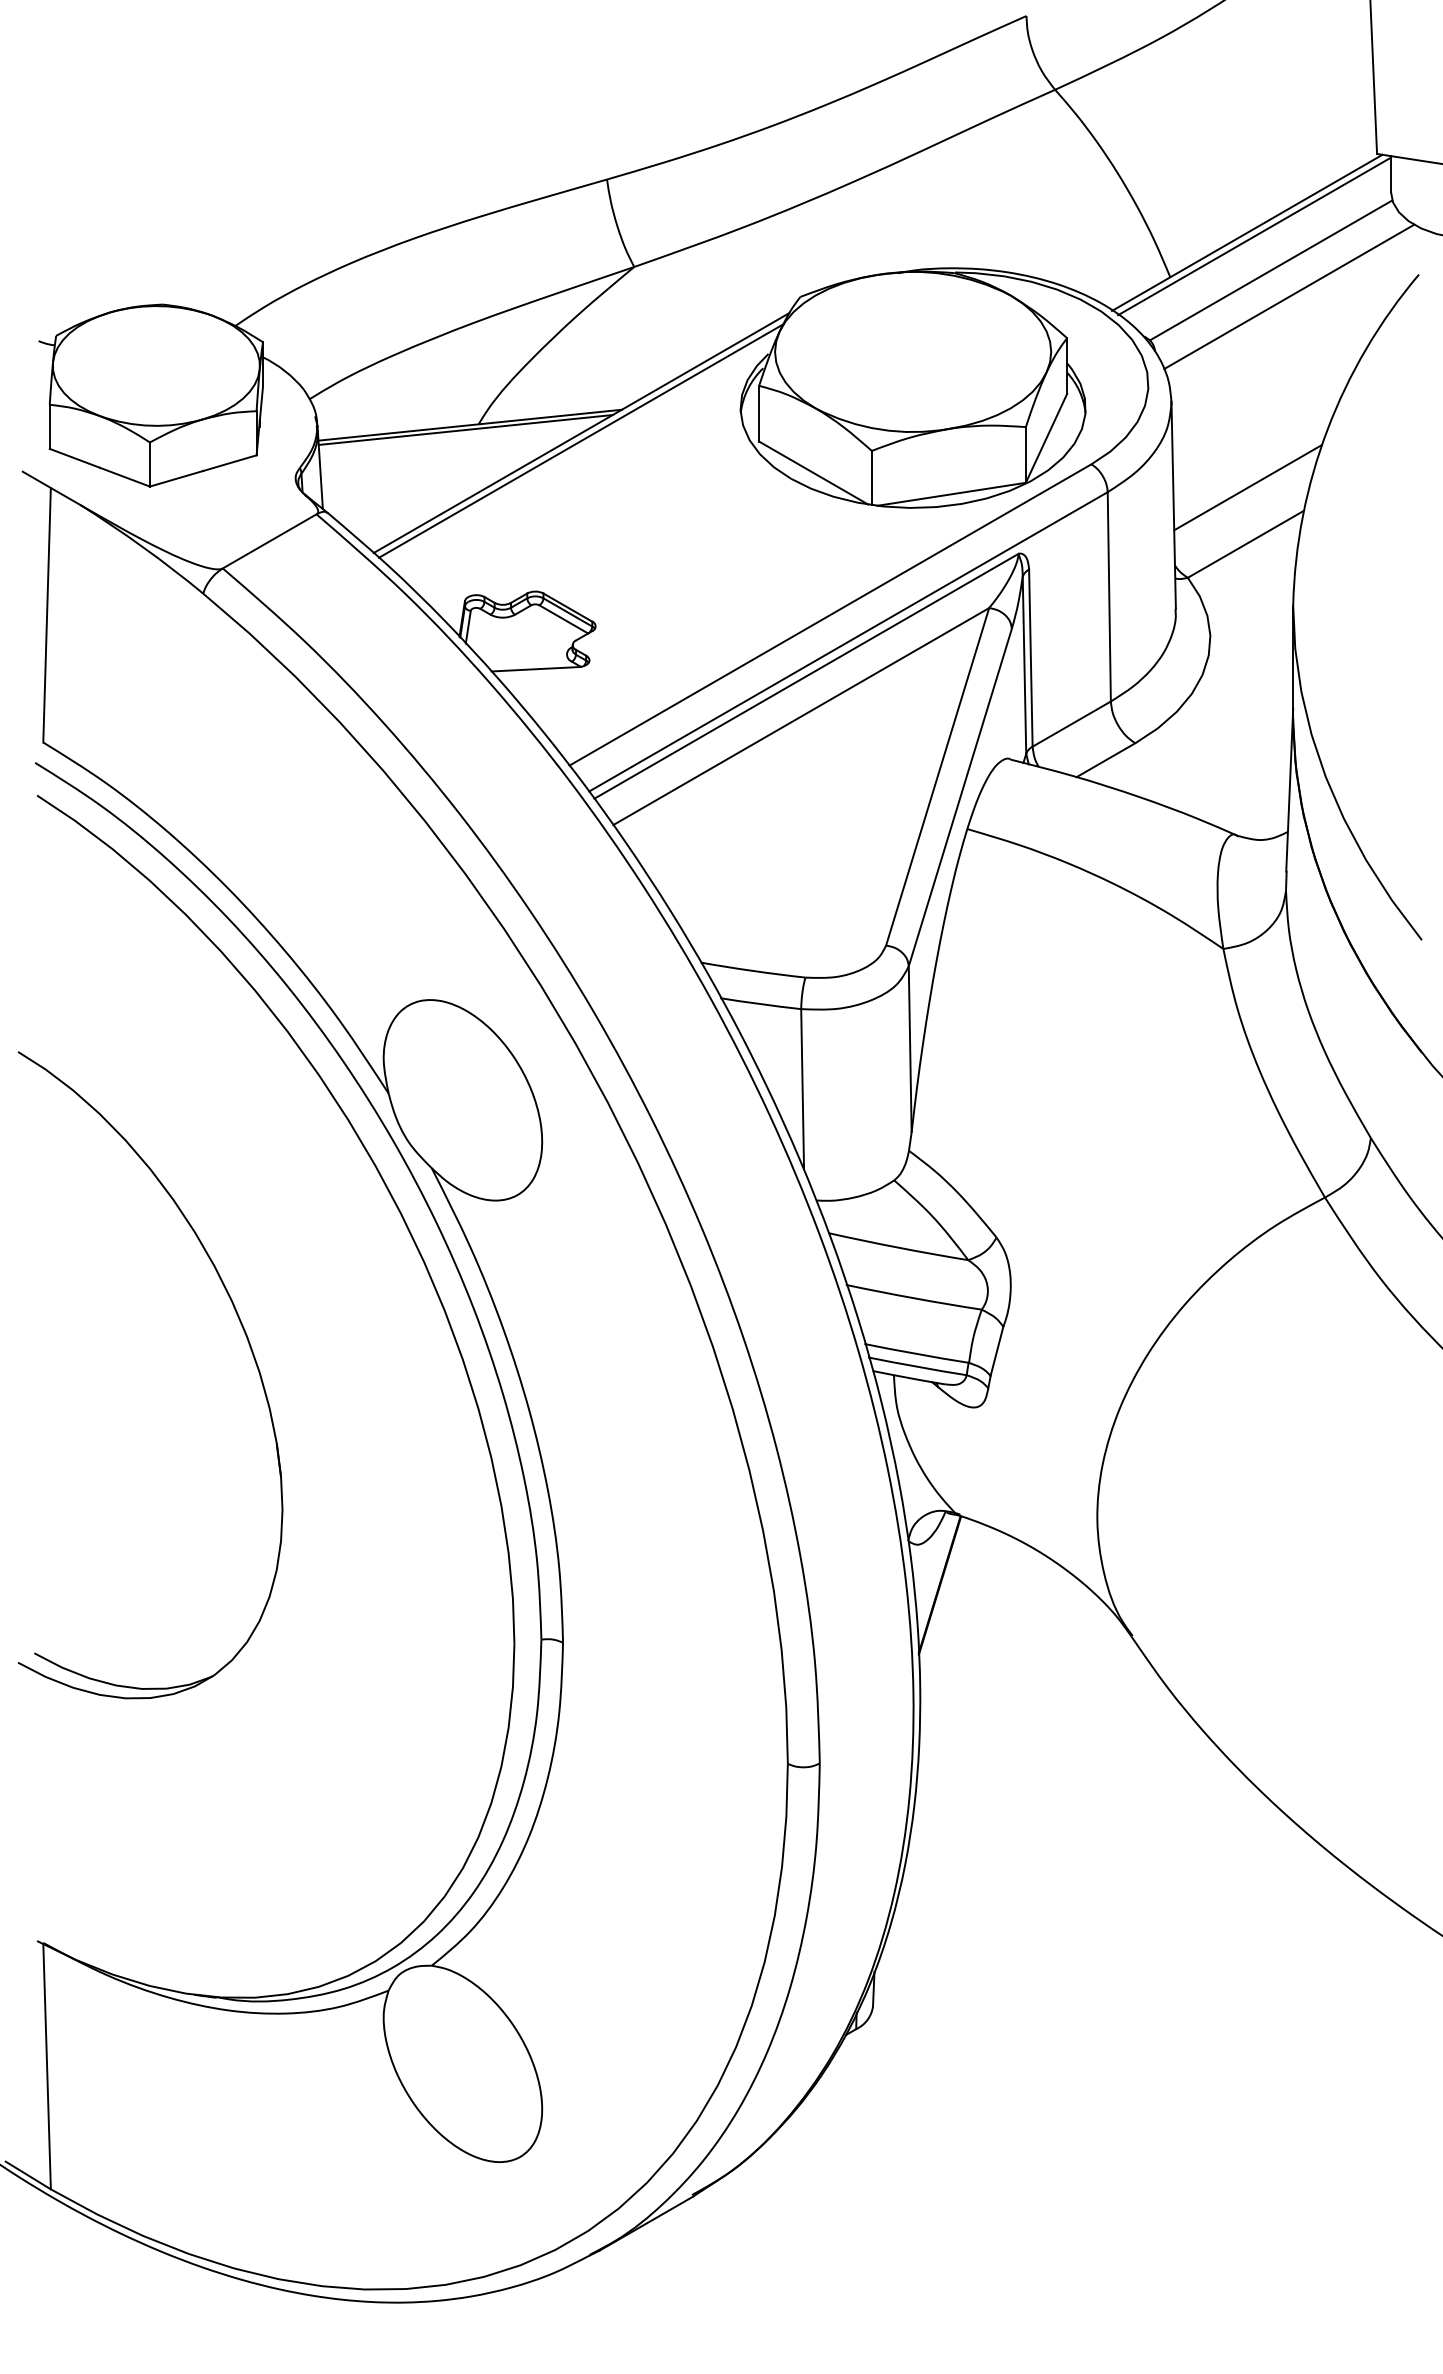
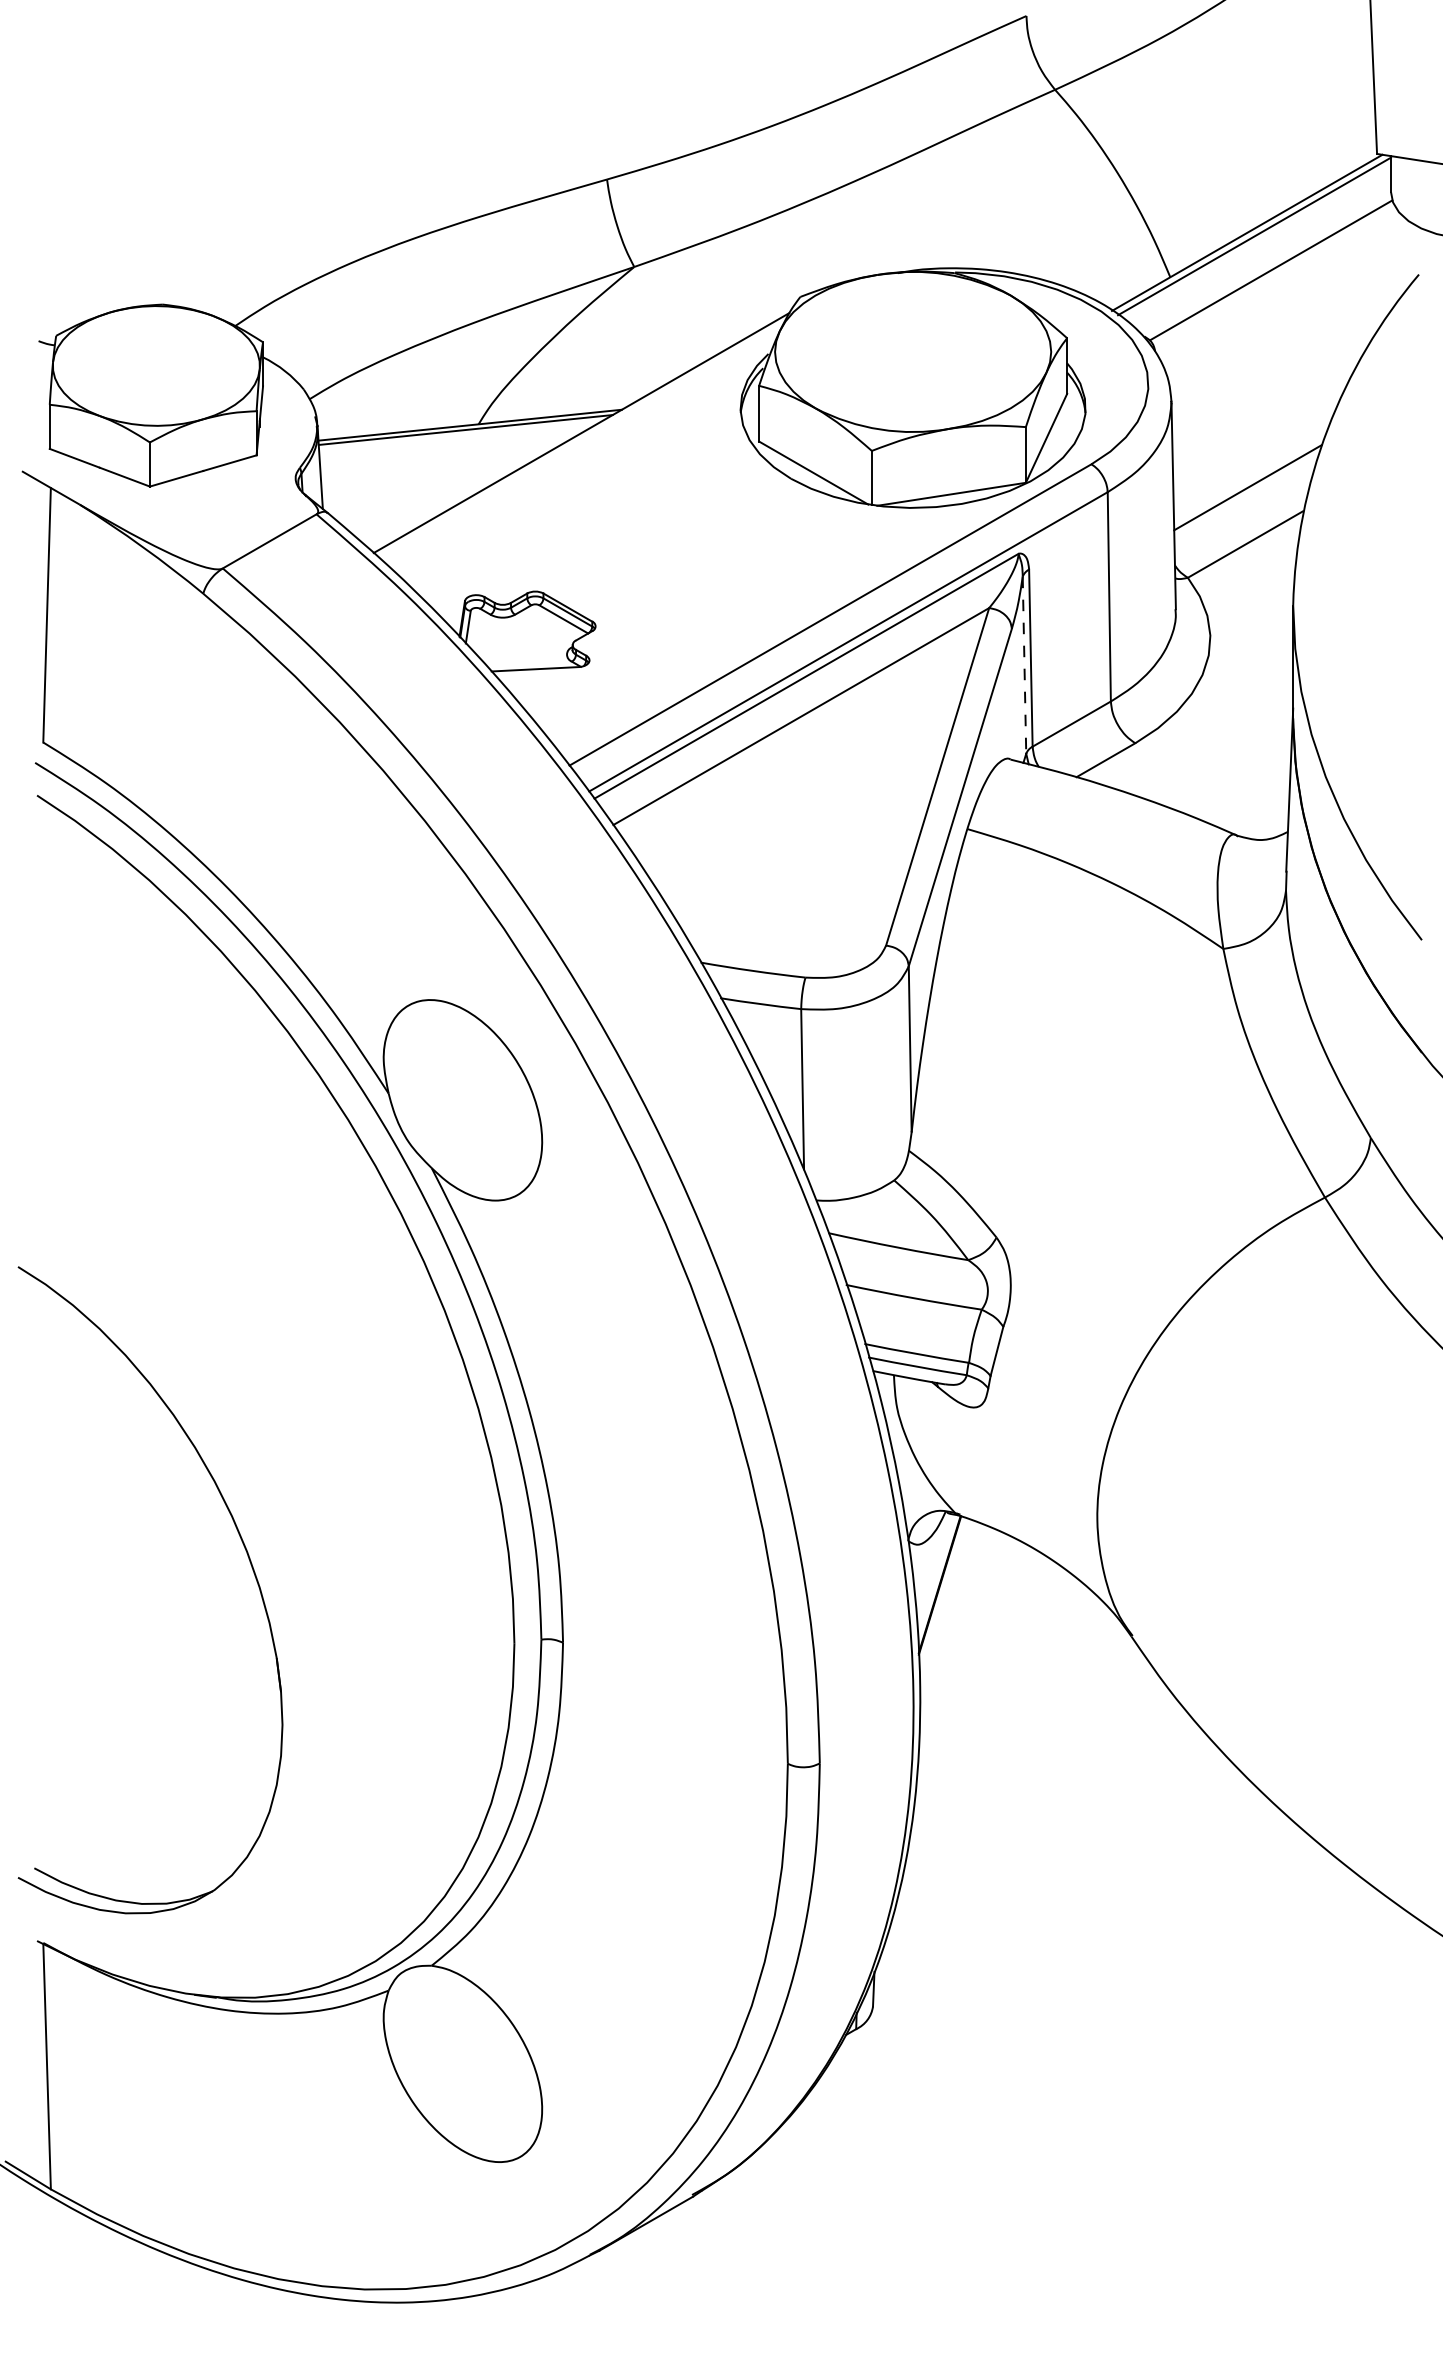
line at (1289, 296): present -> none
line at (581, 440): present -> none
line at (1024, 665): solid -> dashed
part at (247, 1341) position: (247, 1341) -> (247, 1556)
